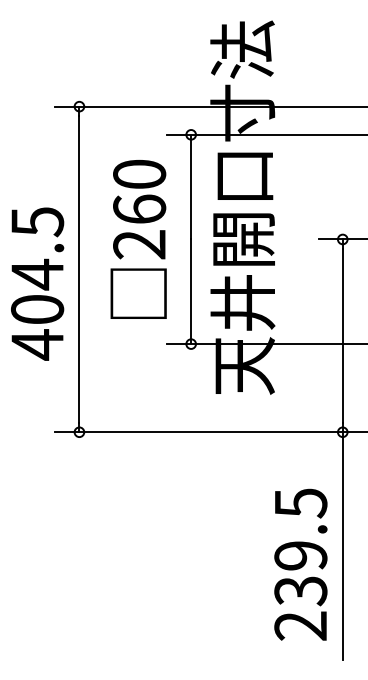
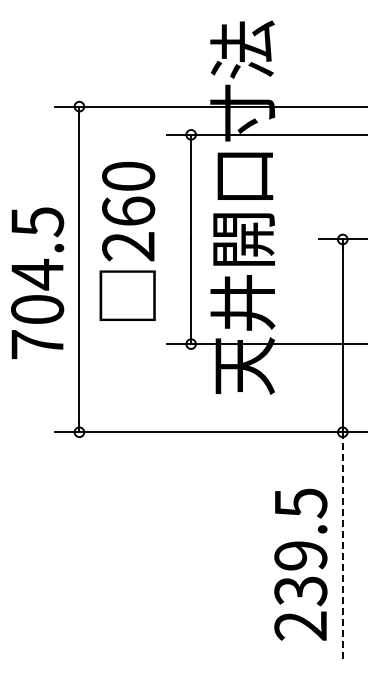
text at (138, 239) position: (138, 239) -> (127, 241)
text at (37, 344): 404.5 -> 704.5
line at (342, 545): solid -> dashed
